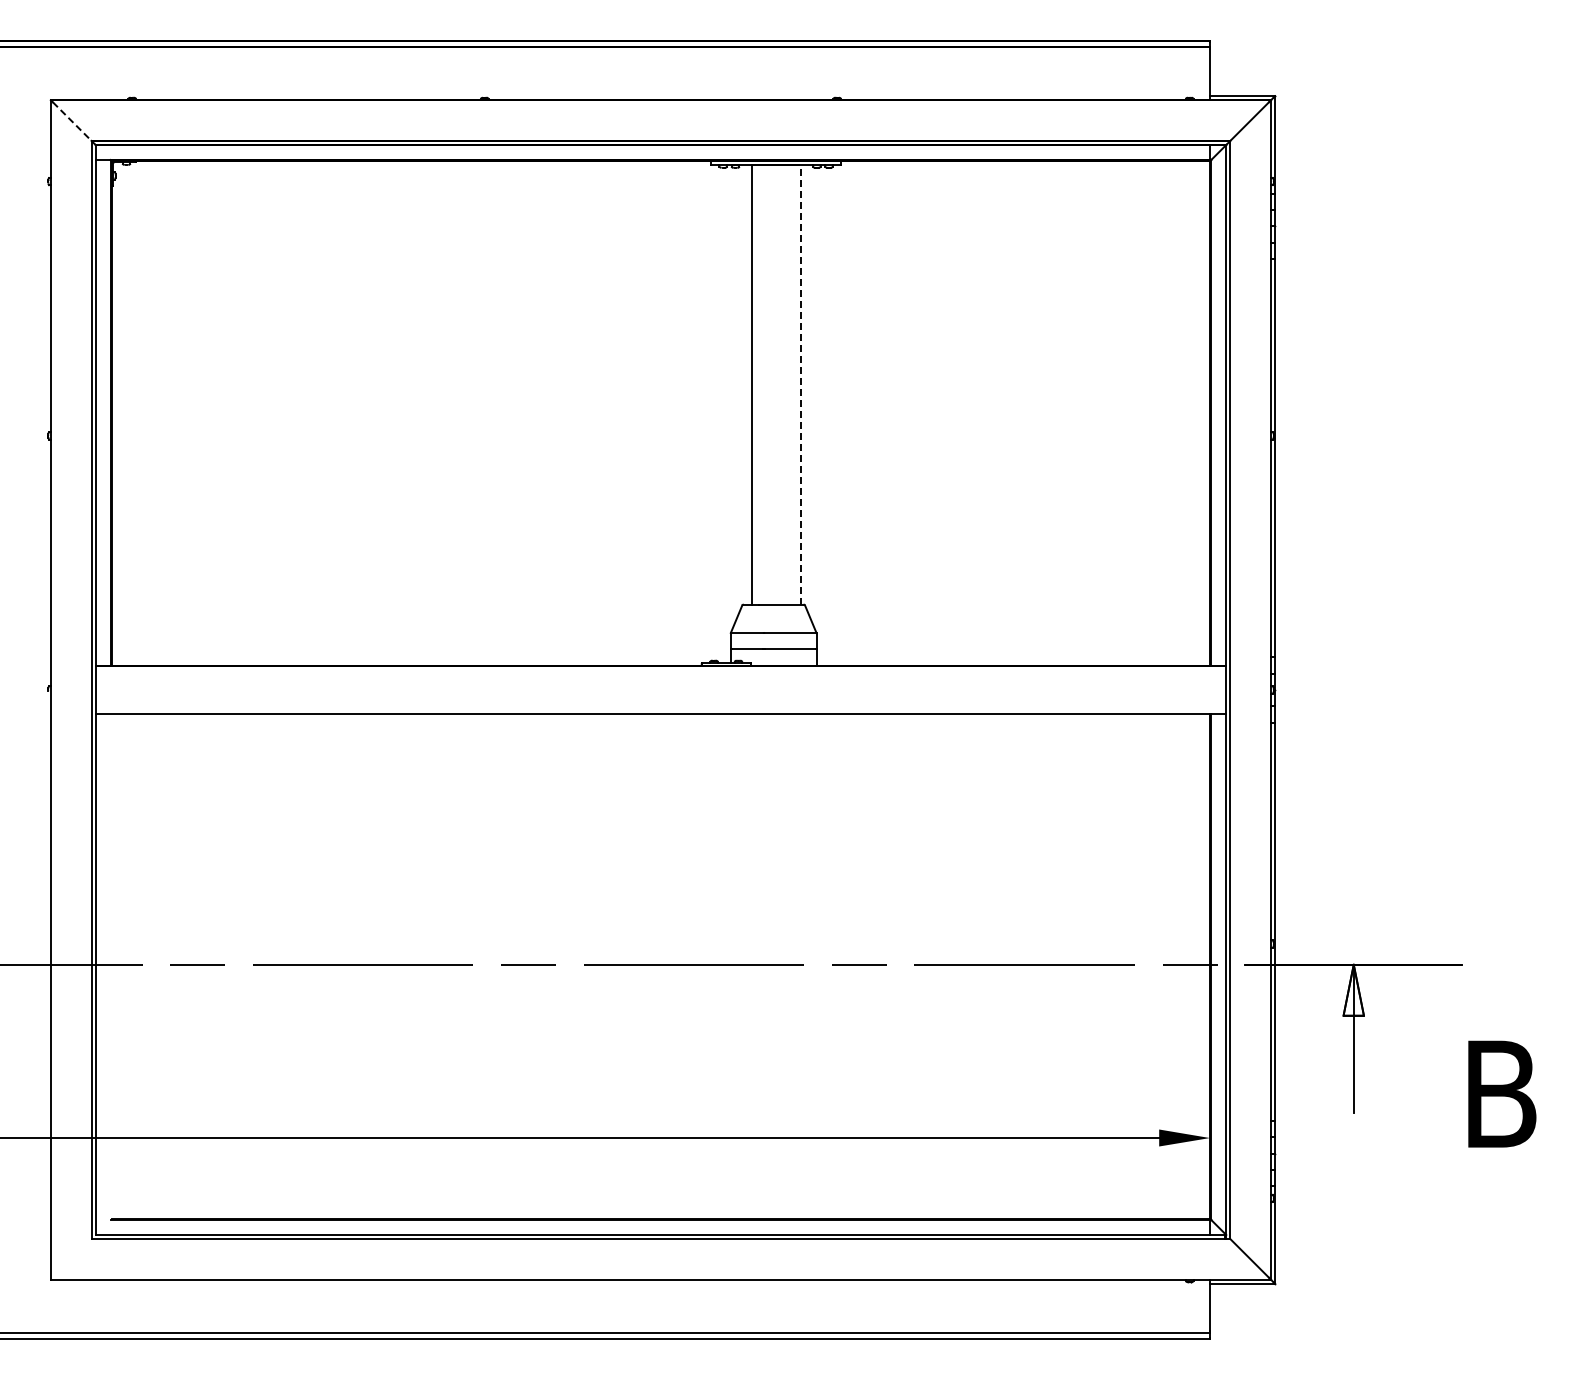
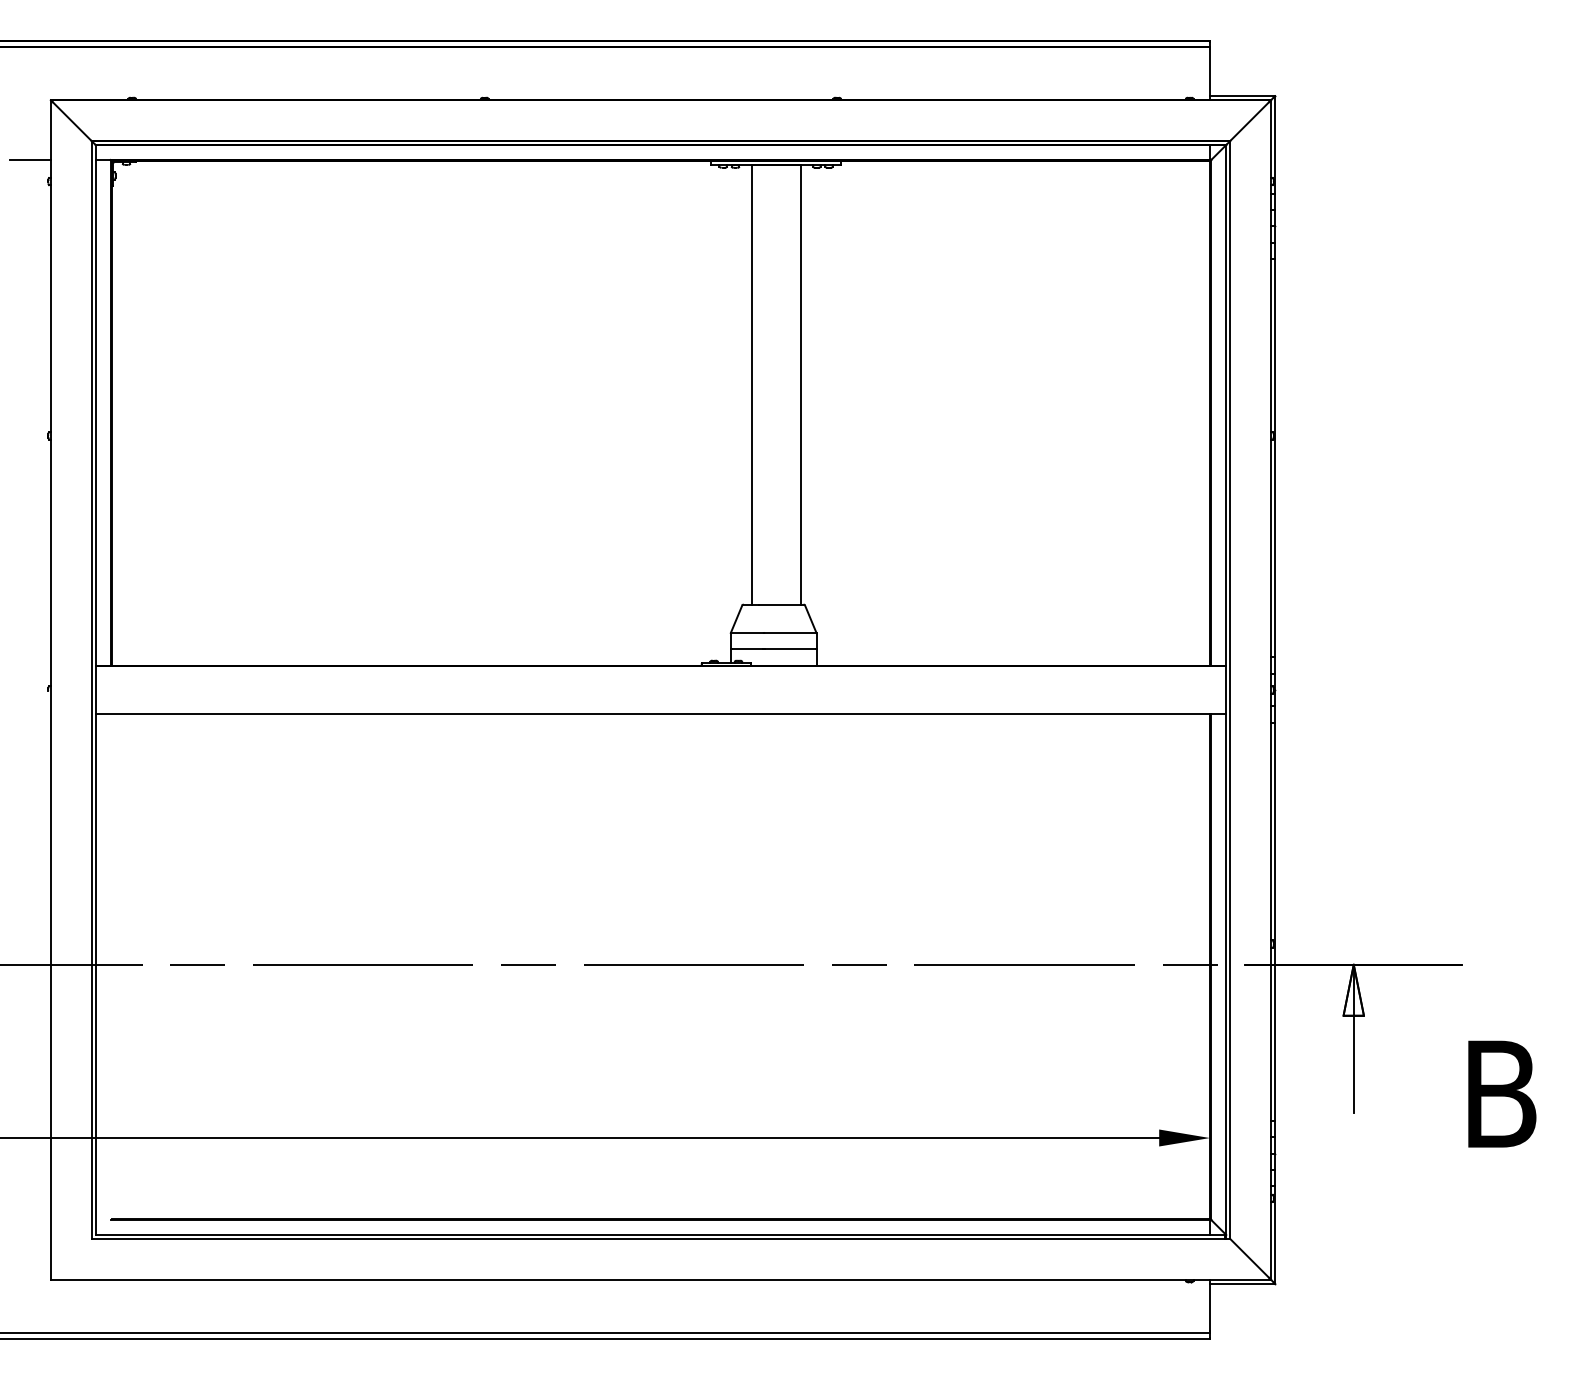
line at (72, 121): dashed -> solid
line at (30, 160): none -> present
line at (800, 384): dashed -> solid
